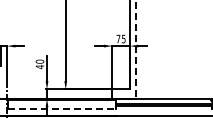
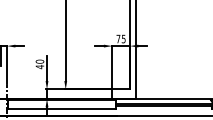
line at (135, 50): dashed -> solid
line at (62, 108): dashed -> solid
